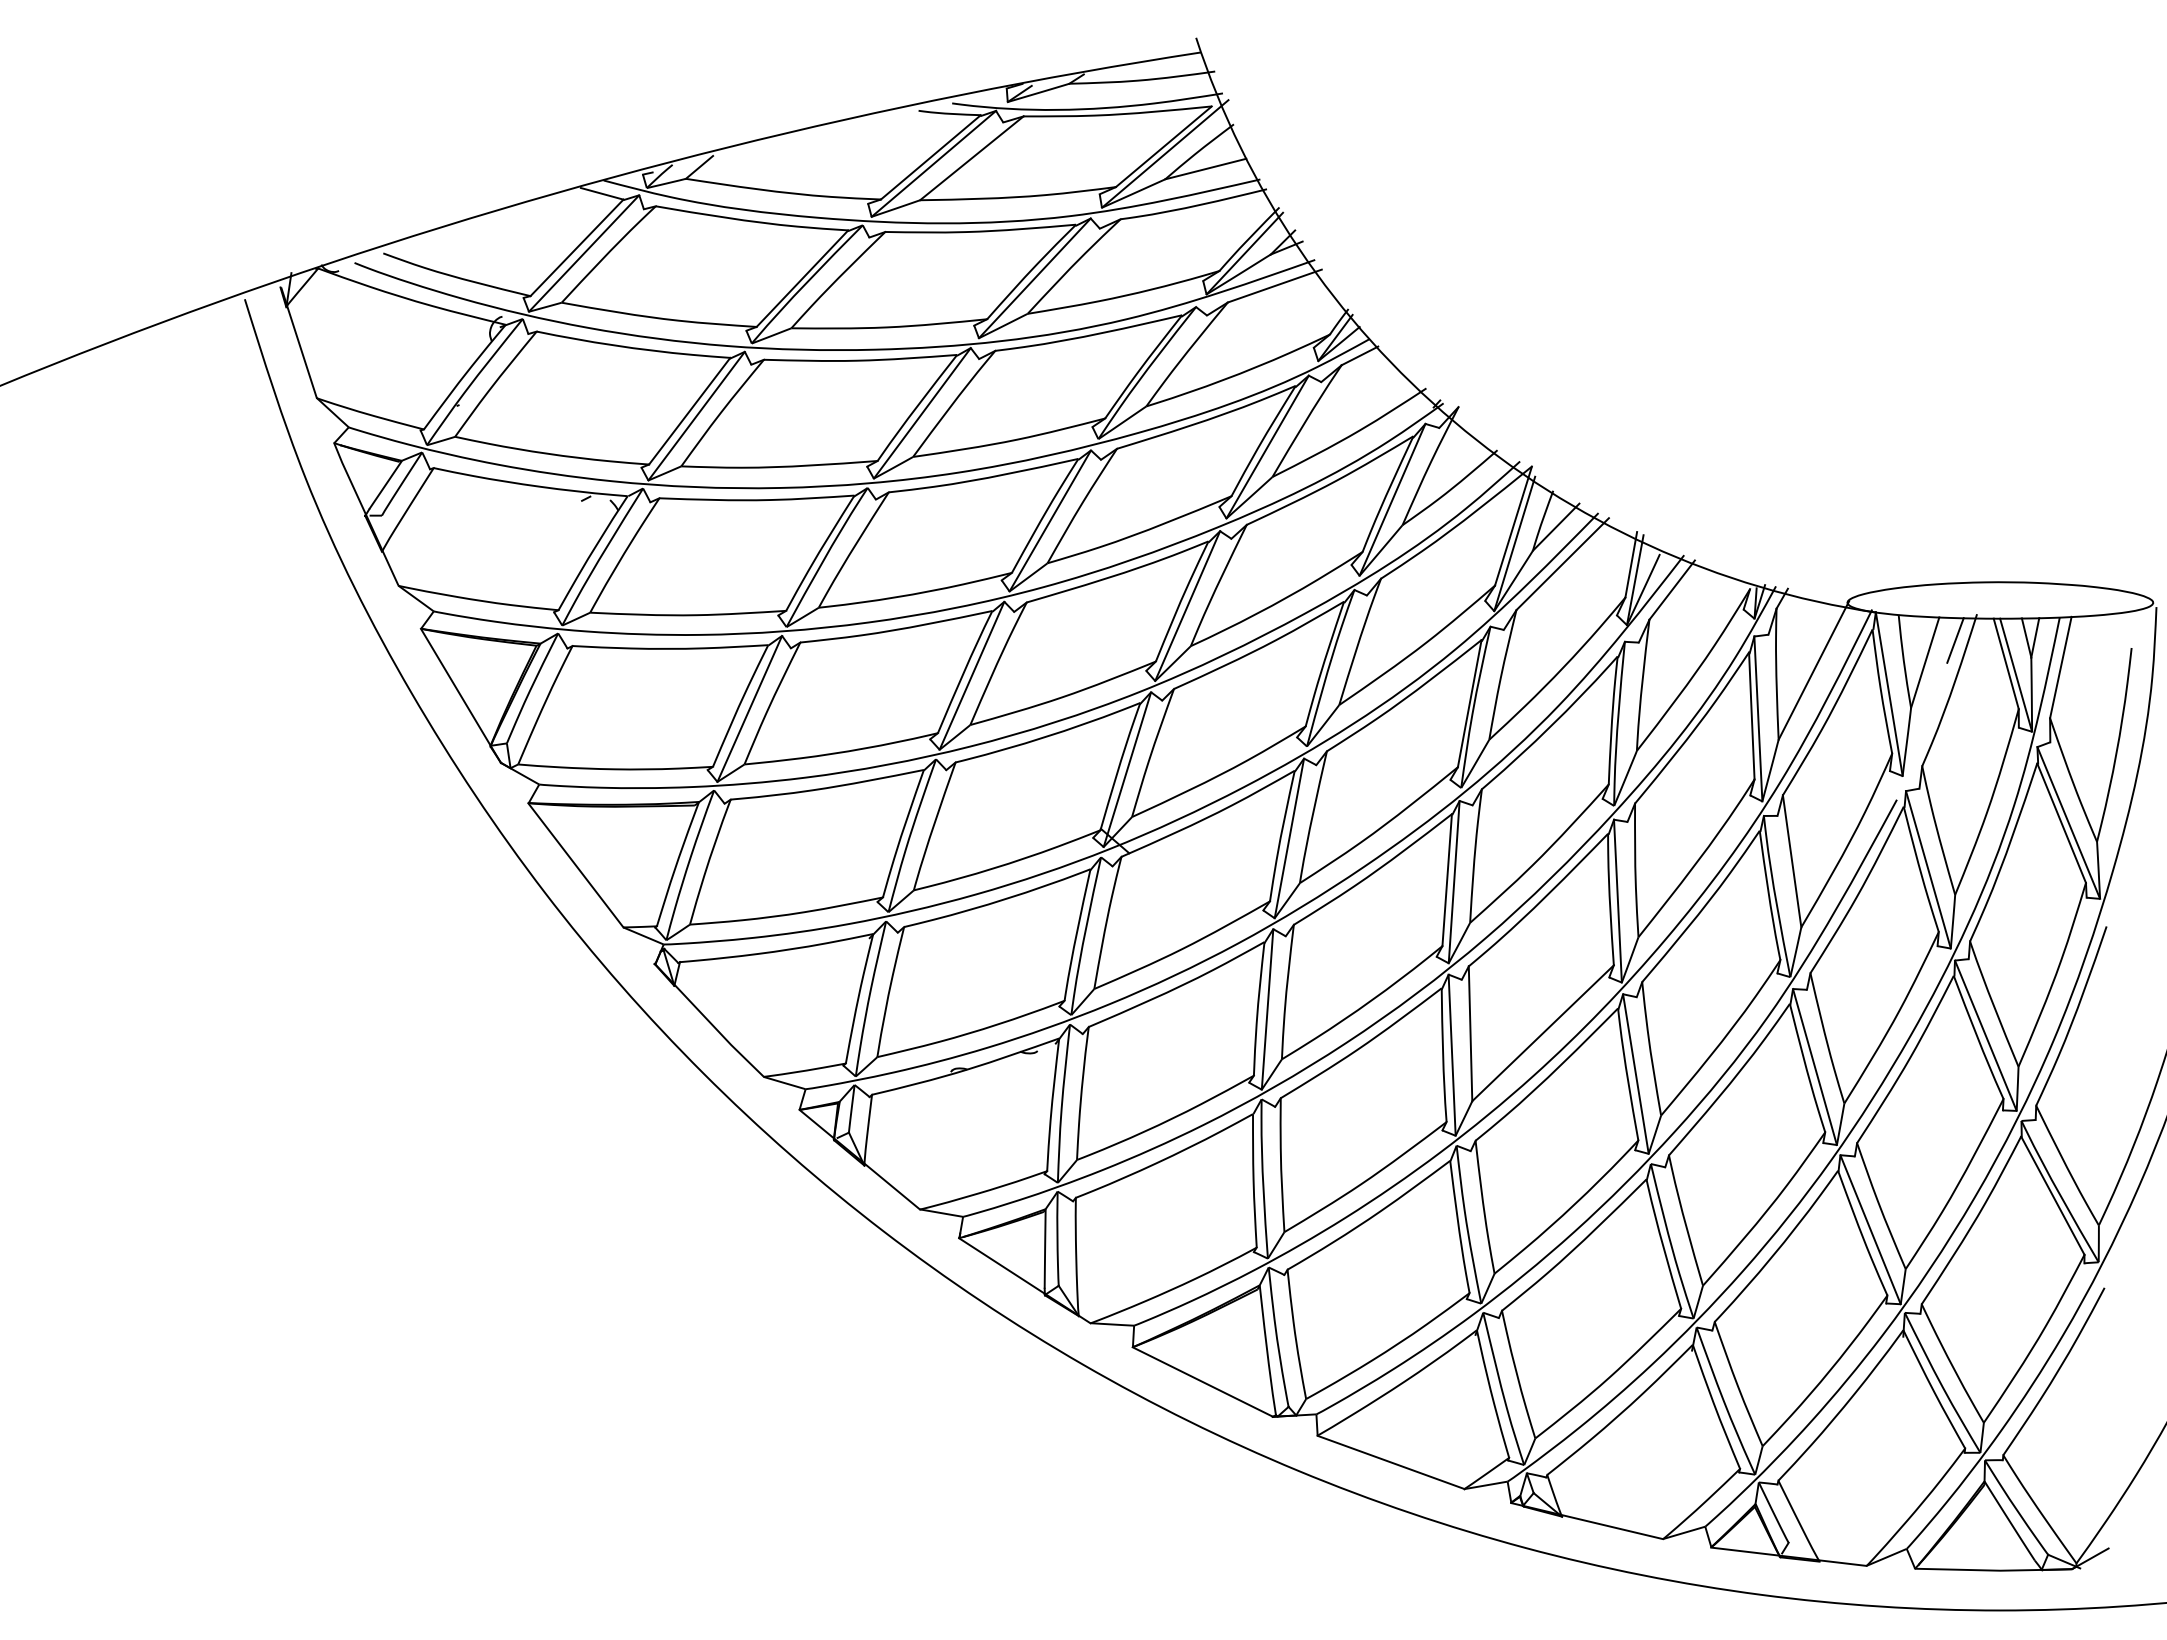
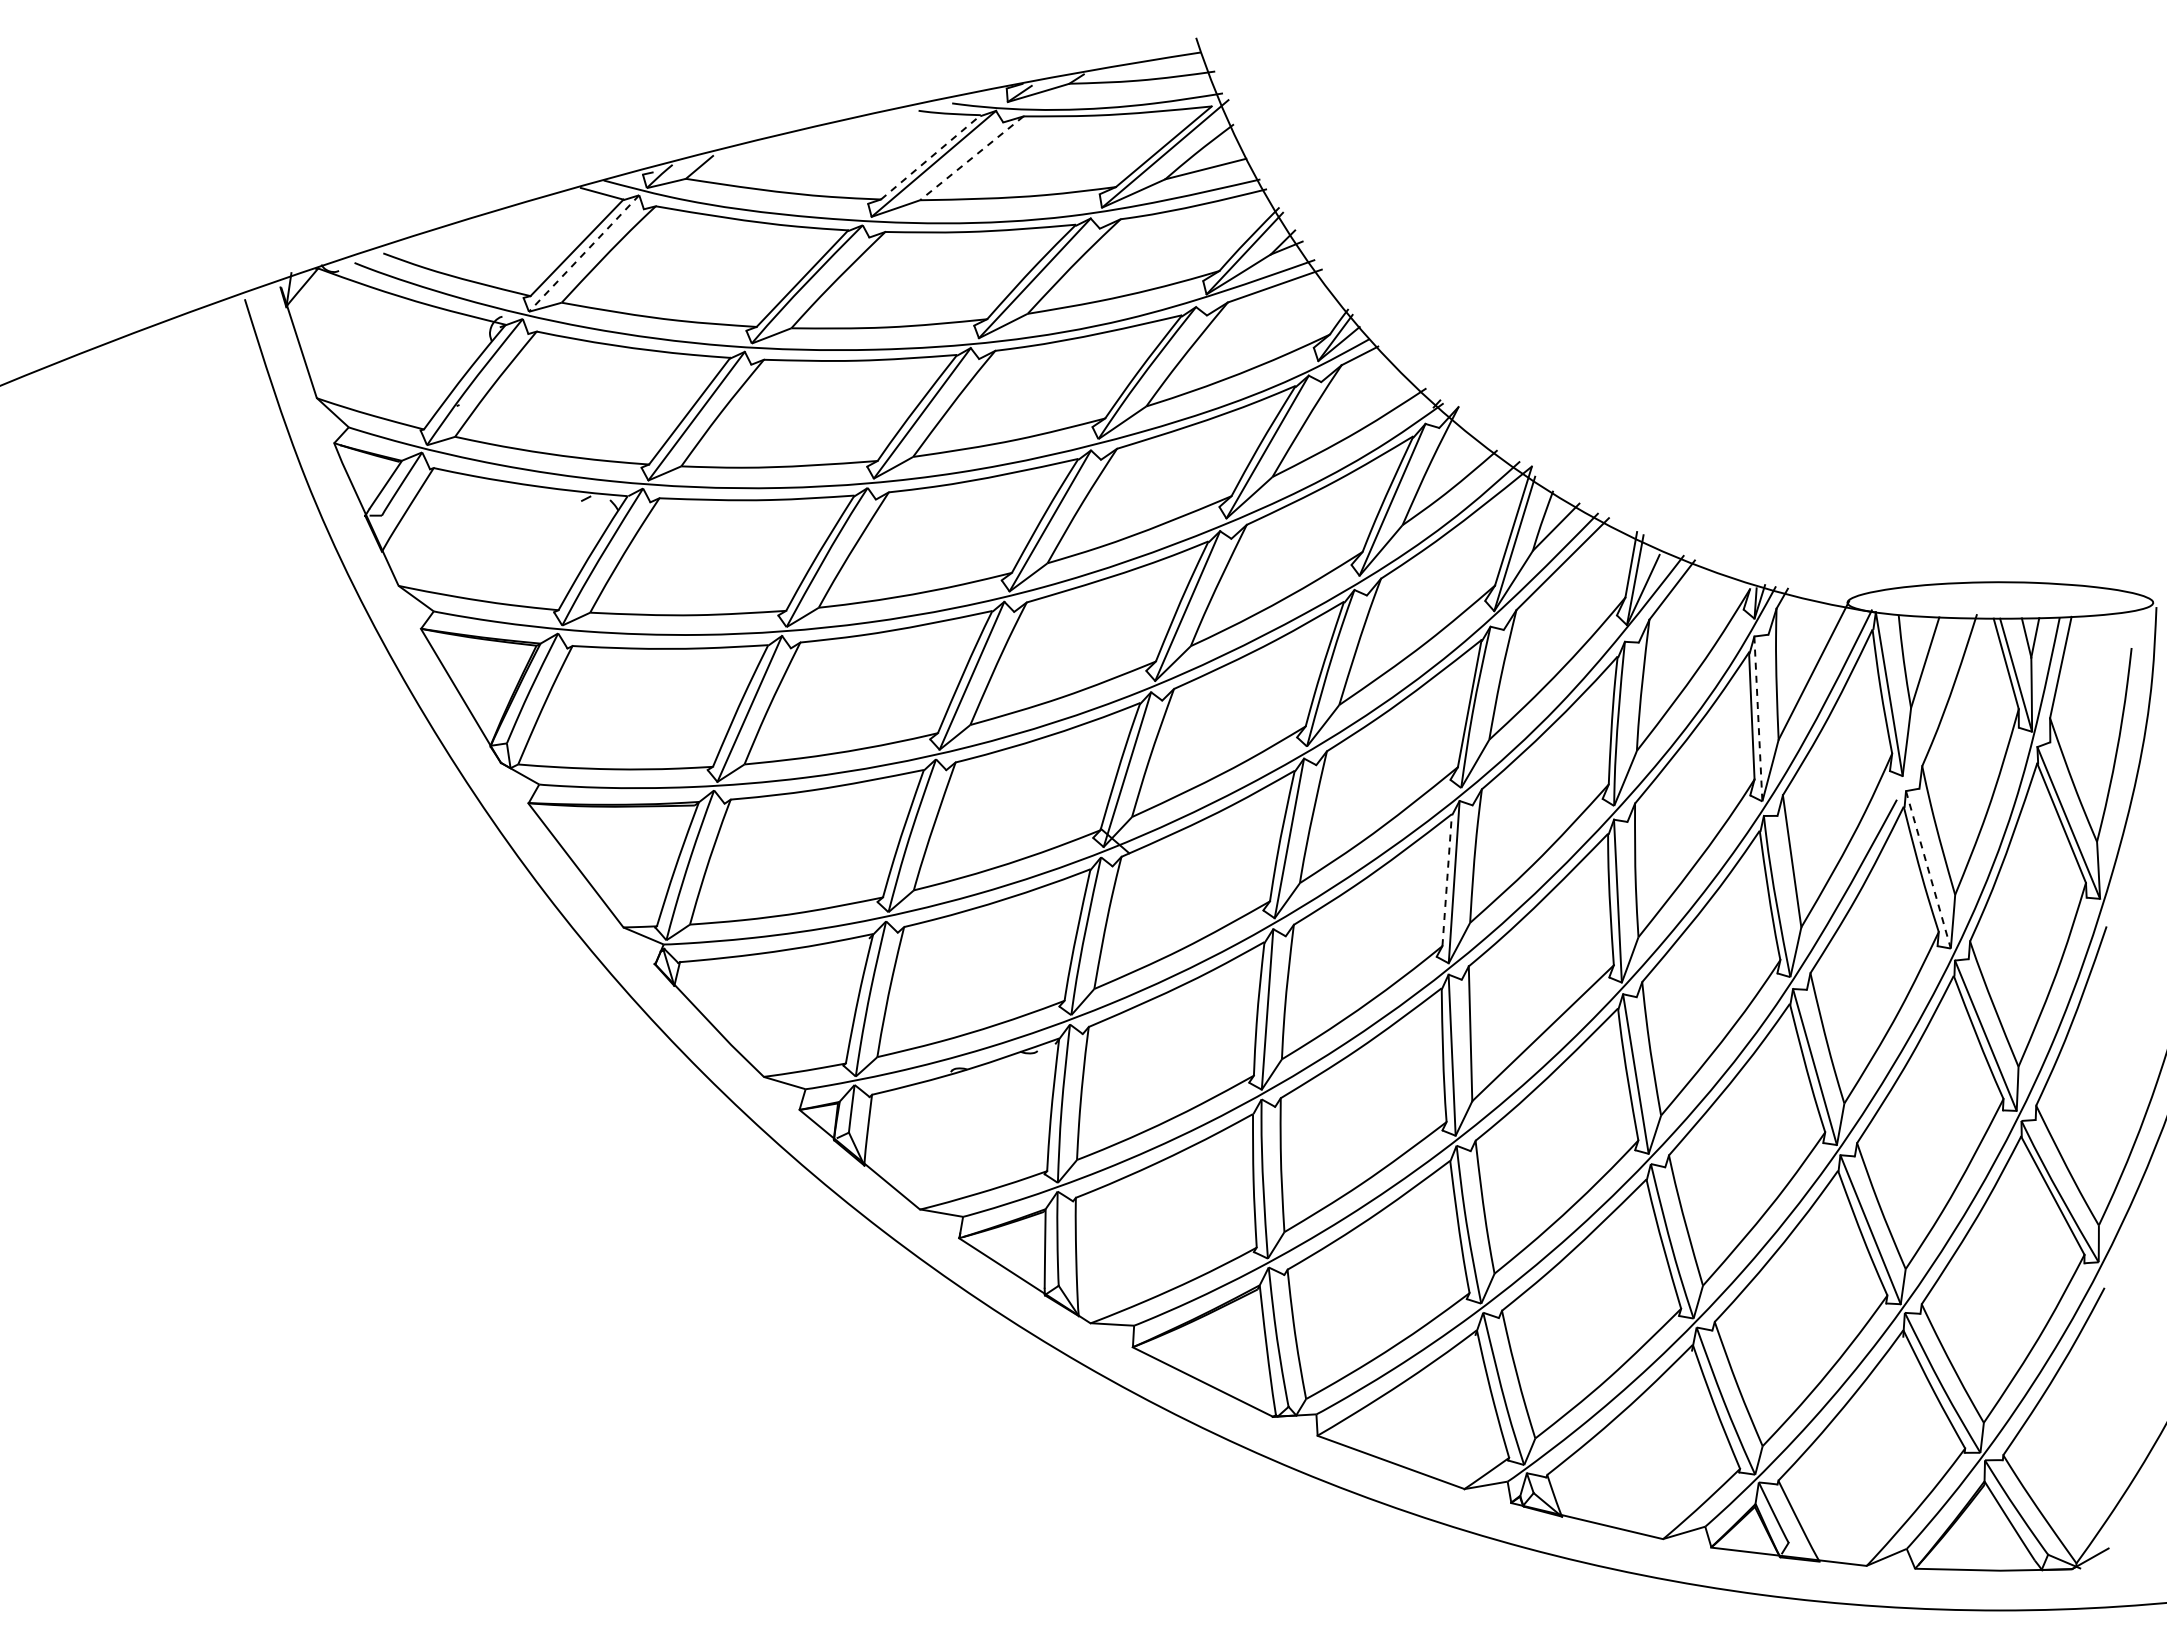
line at (931, 157): solid -> dashed
line at (971, 158): solid -> dashed
line at (583, 253): solid -> dashed
line at (1955, 640): present -> none
line at (1758, 718): solid -> dashed
line at (1928, 869): solid -> dashed
line at (1447, 879): solid -> dashed
